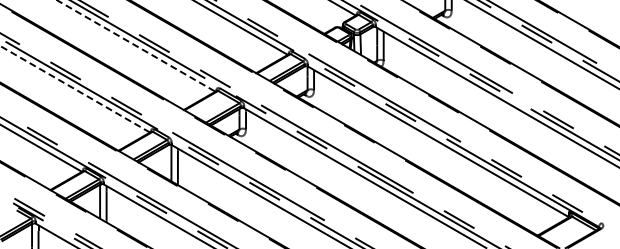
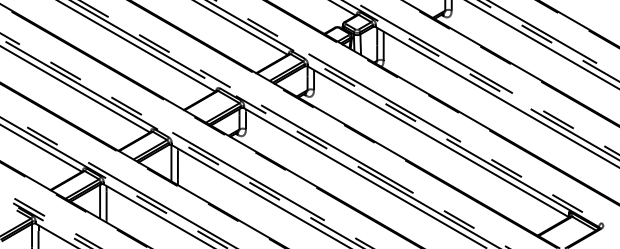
line at (136, 46): dashed -> solid
line at (74, 89): dashed -> solid
